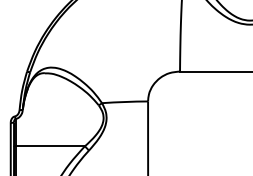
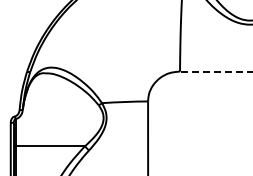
line at (216, 71): solid -> dashed
